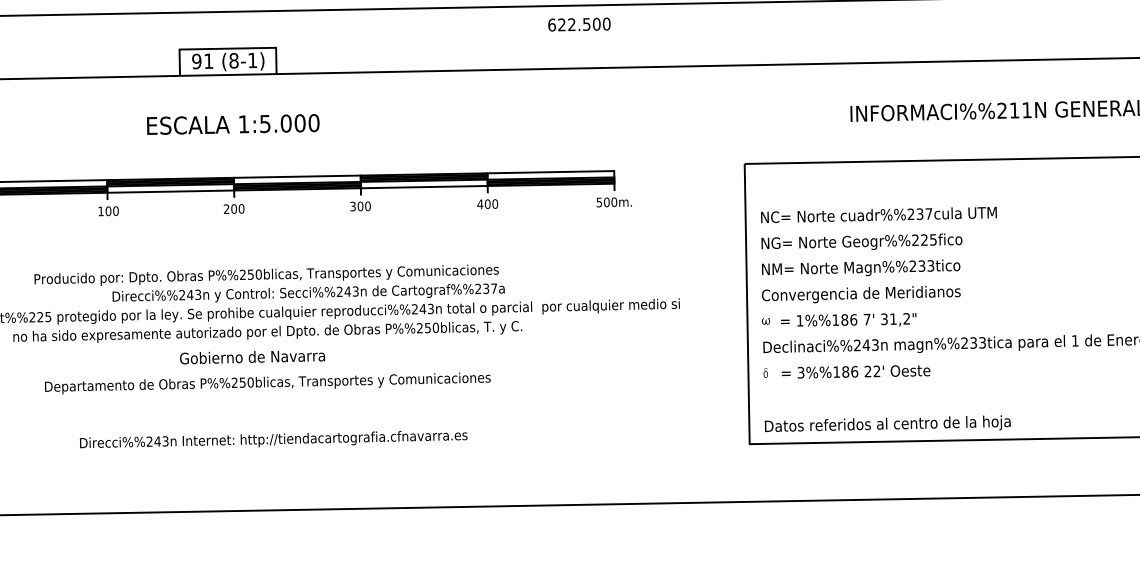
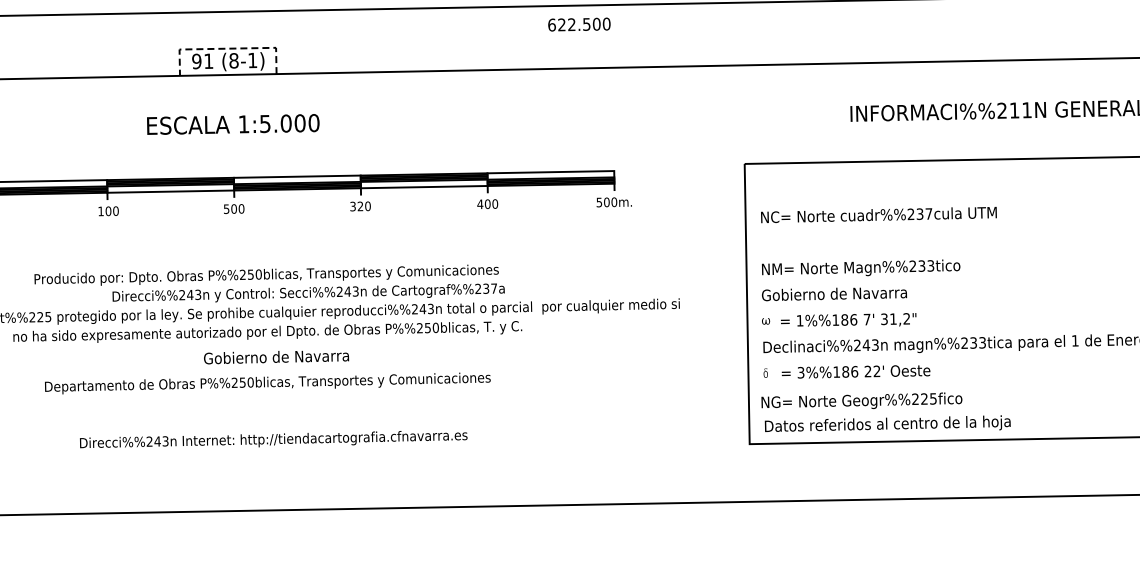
line at (227, 48): solid -> dashed
text at (360, 206): 300 -> 320
text at (226, 209): 200 -> 500
text at (861, 241) position: (861, 241) -> (861, 400)
text at (863, 294): Convergencia de Meridianos -> Gobierno de Navarra
text at (252, 357) position: (252, 357) -> (276, 357)
